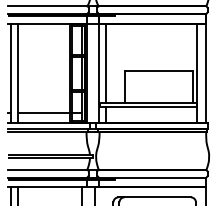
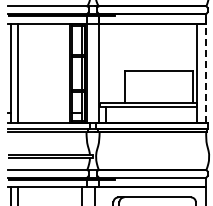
line at (105, 63): present -> none
line at (206, 68): solid -> dashed
line at (43, 113): present -> none
